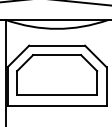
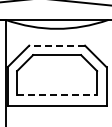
line at (57, 45): solid -> dashed
line at (57, 94): solid -> dashed
